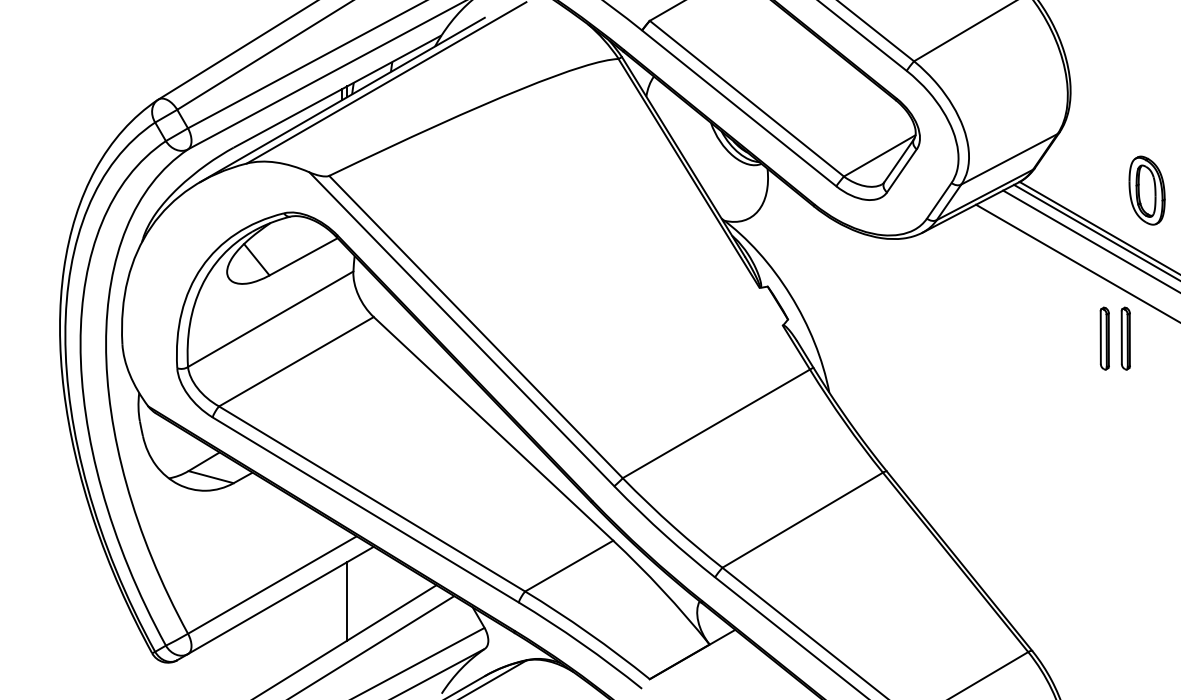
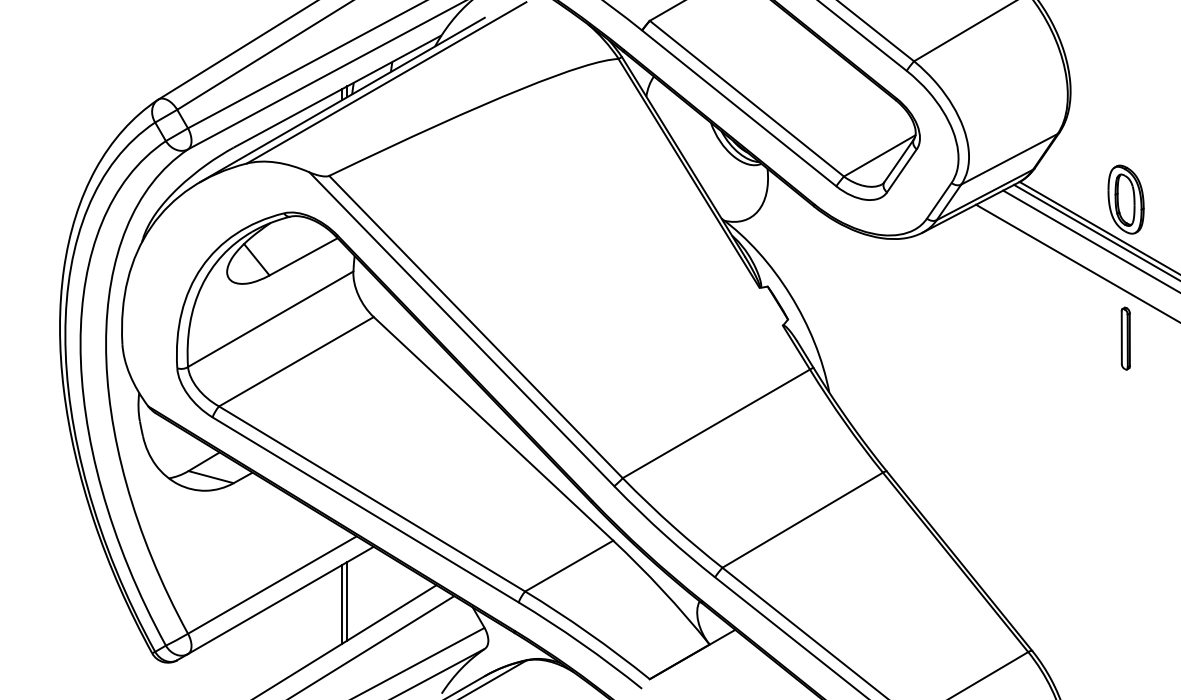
part at (1146, 190) position: (1146, 190) -> (1125, 199)
part at (1104, 338): present -> none
line at (341, 604): none -> present
